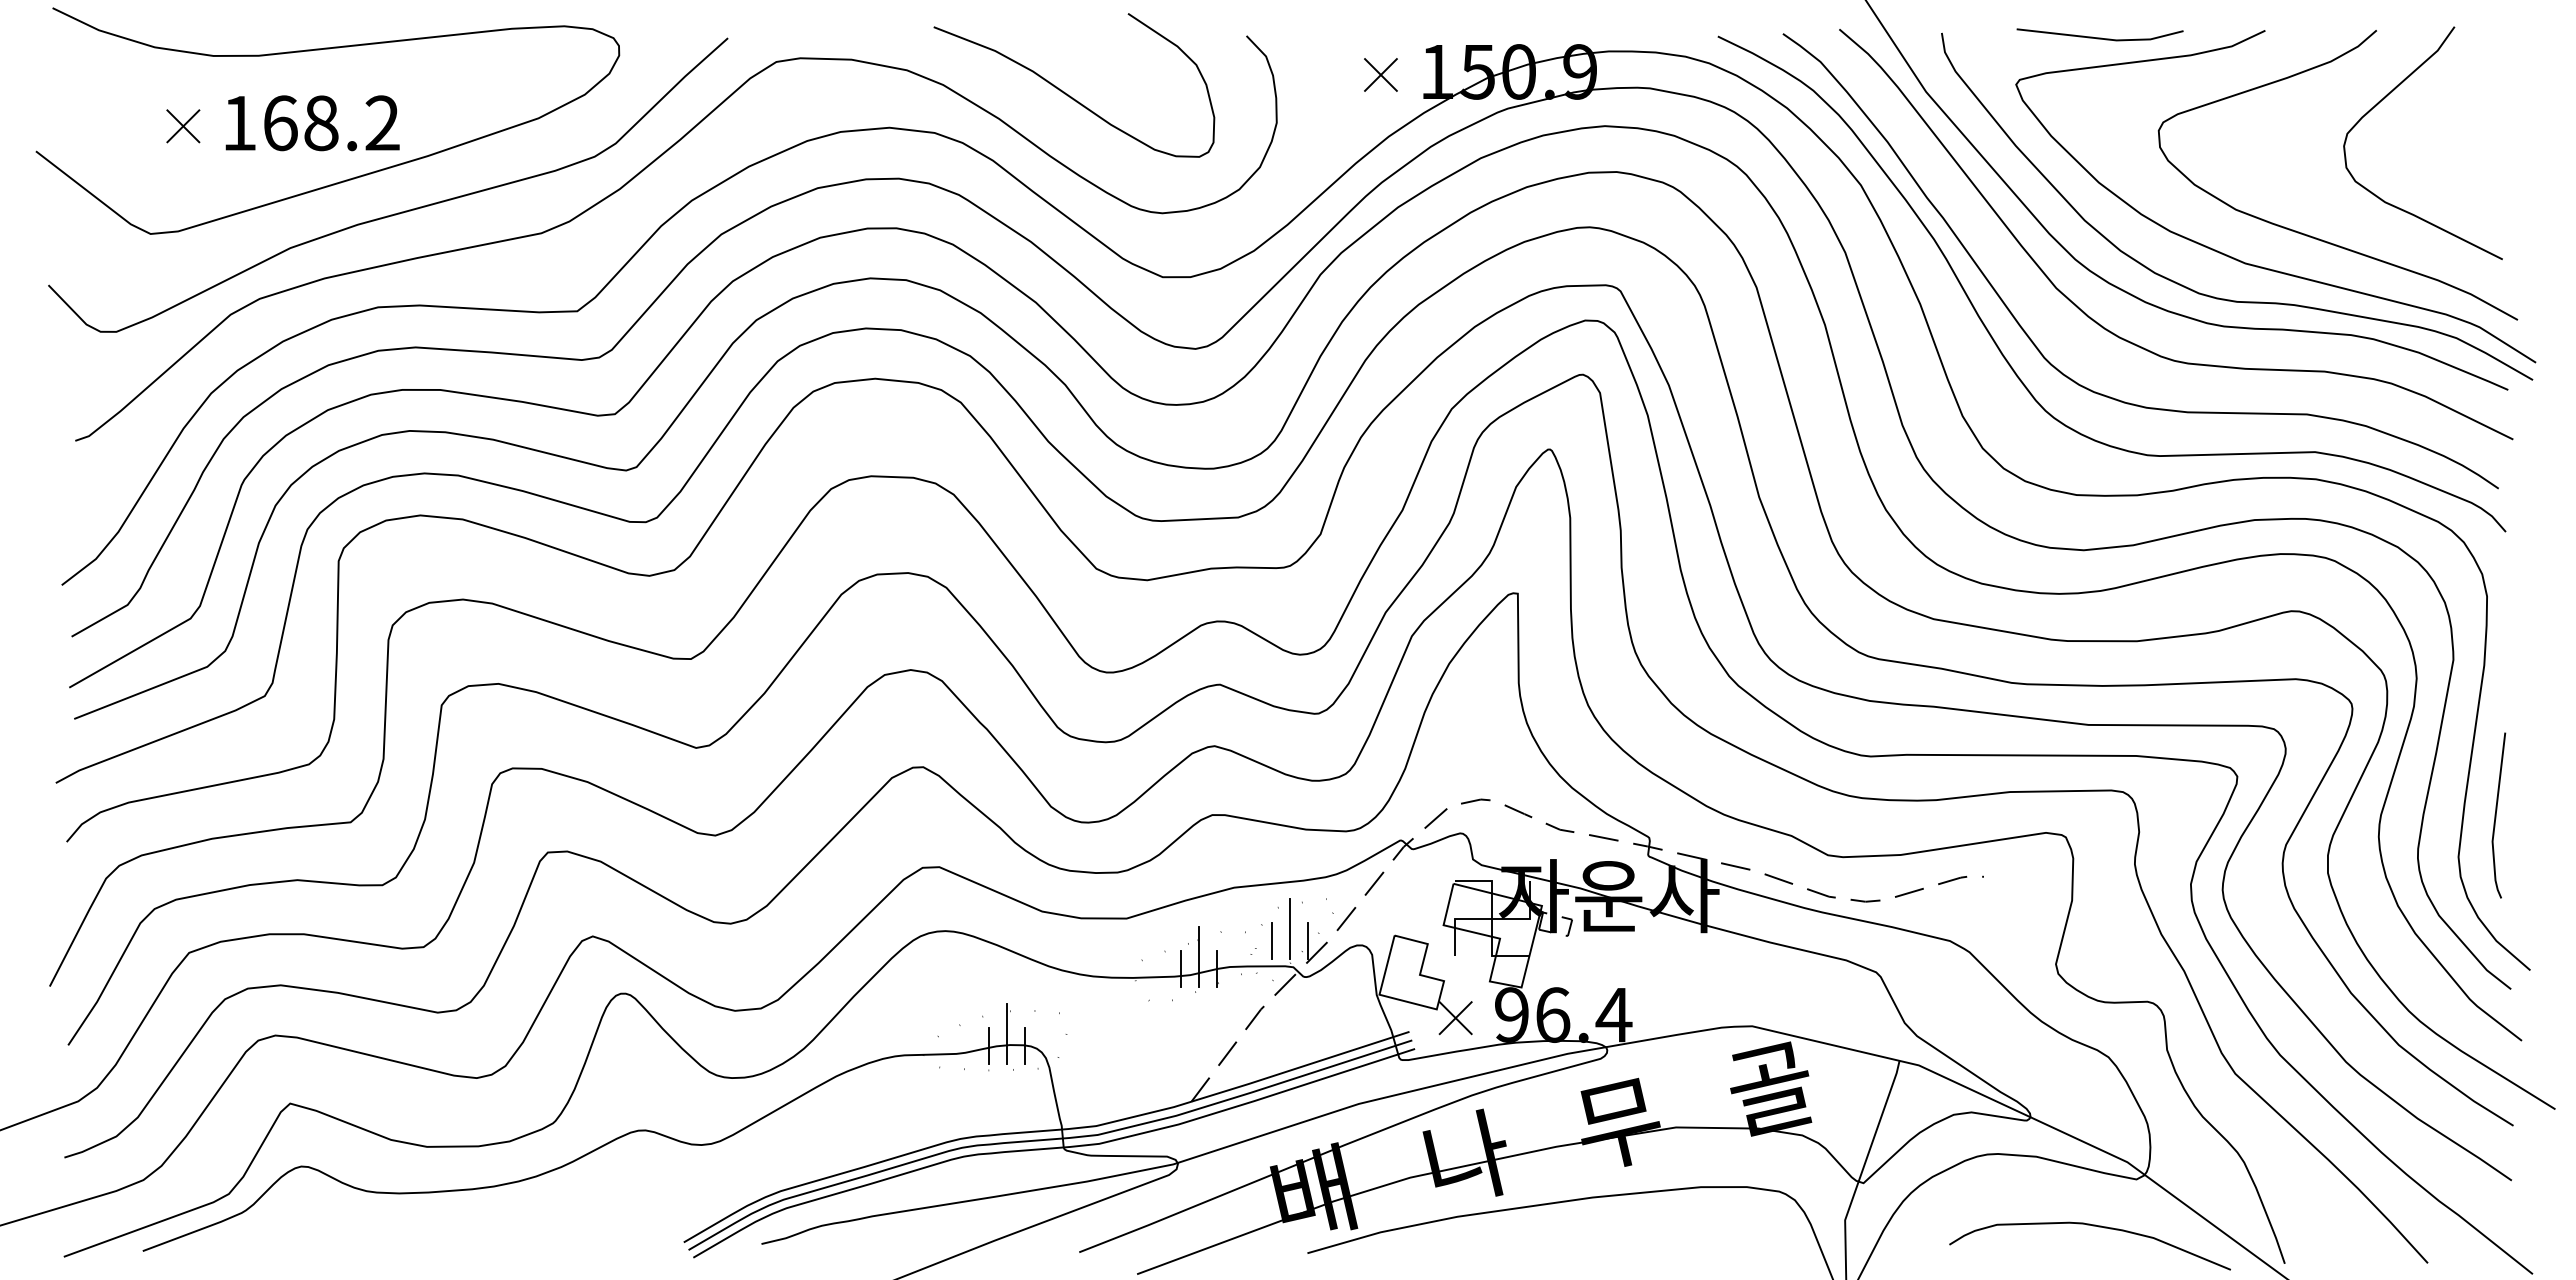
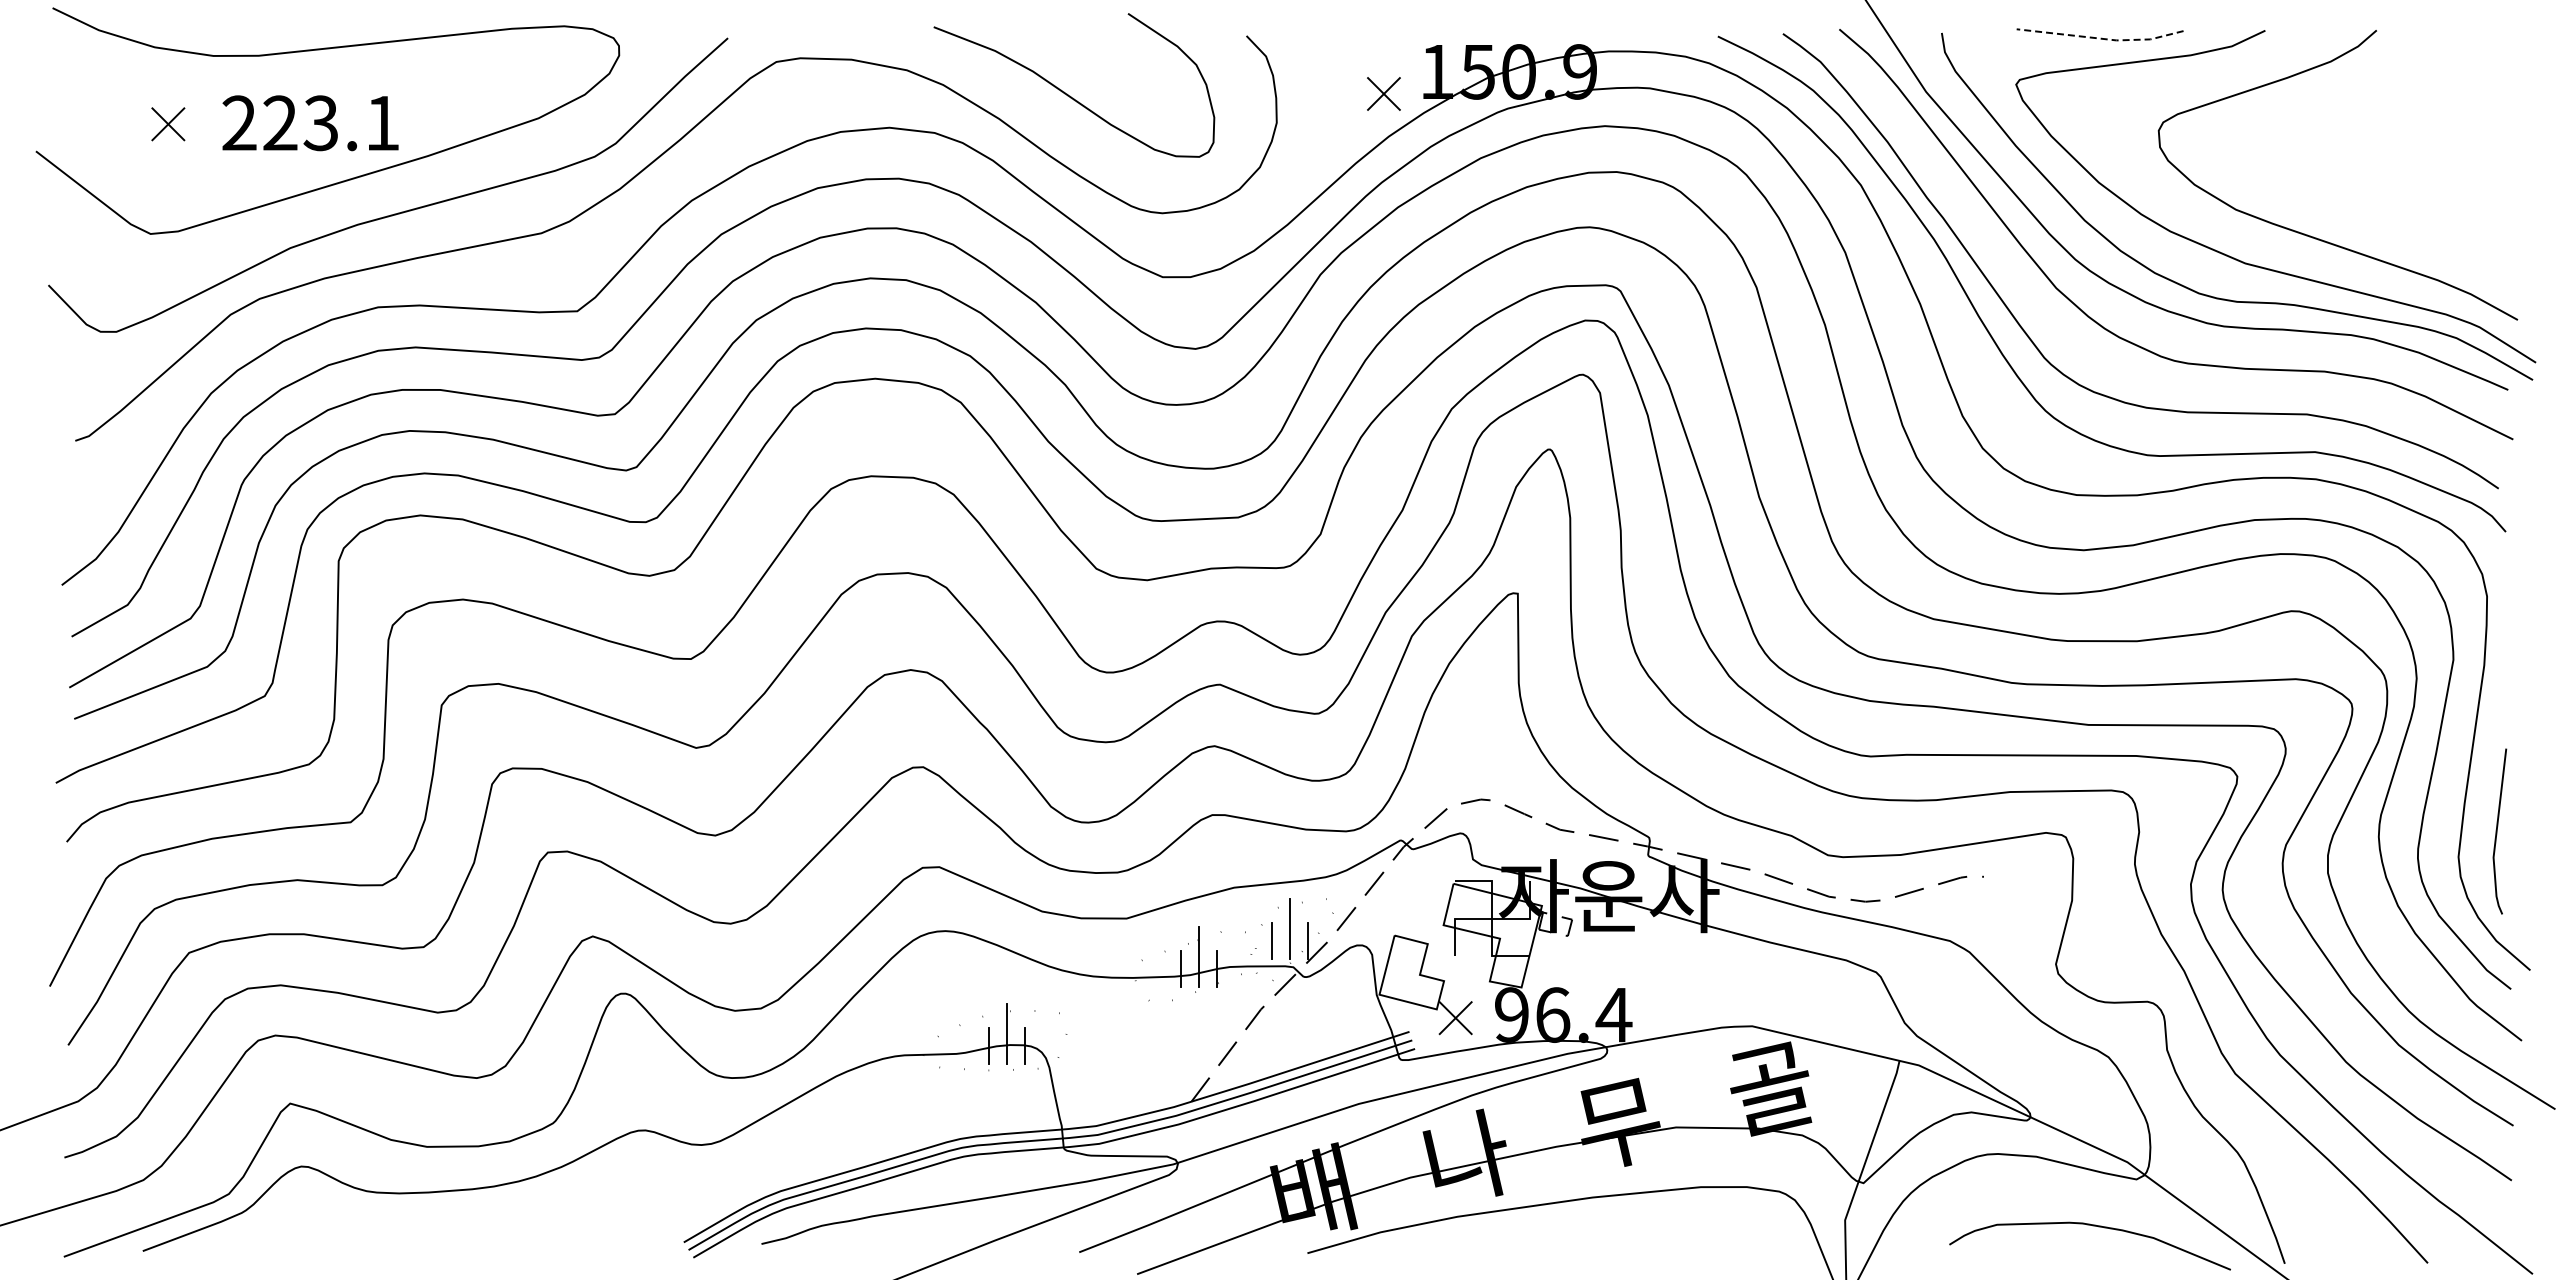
line at (2101, 38): solid -> dashed
part at (1380, 74) position: (1380, 74) -> (1383, 93)
curve at (2384, 99): present -> none
text at (310, 123): 168.2 -> 223.1
part at (183, 126) position: (183, 126) -> (168, 124)
line at (2496, 815) position: (2496, 815) -> (2497, 831)
